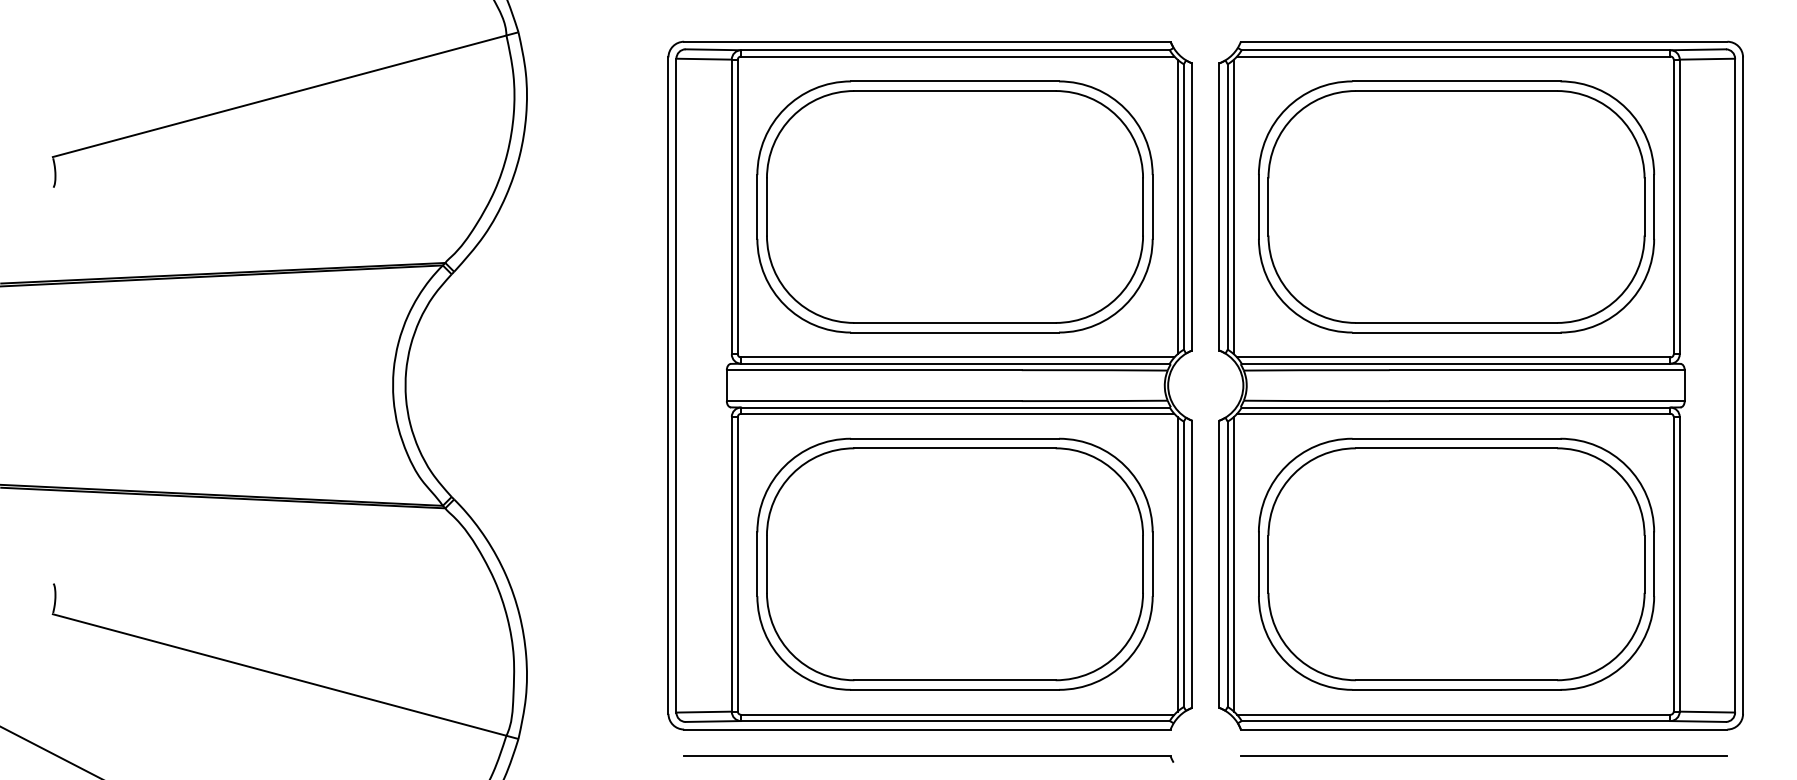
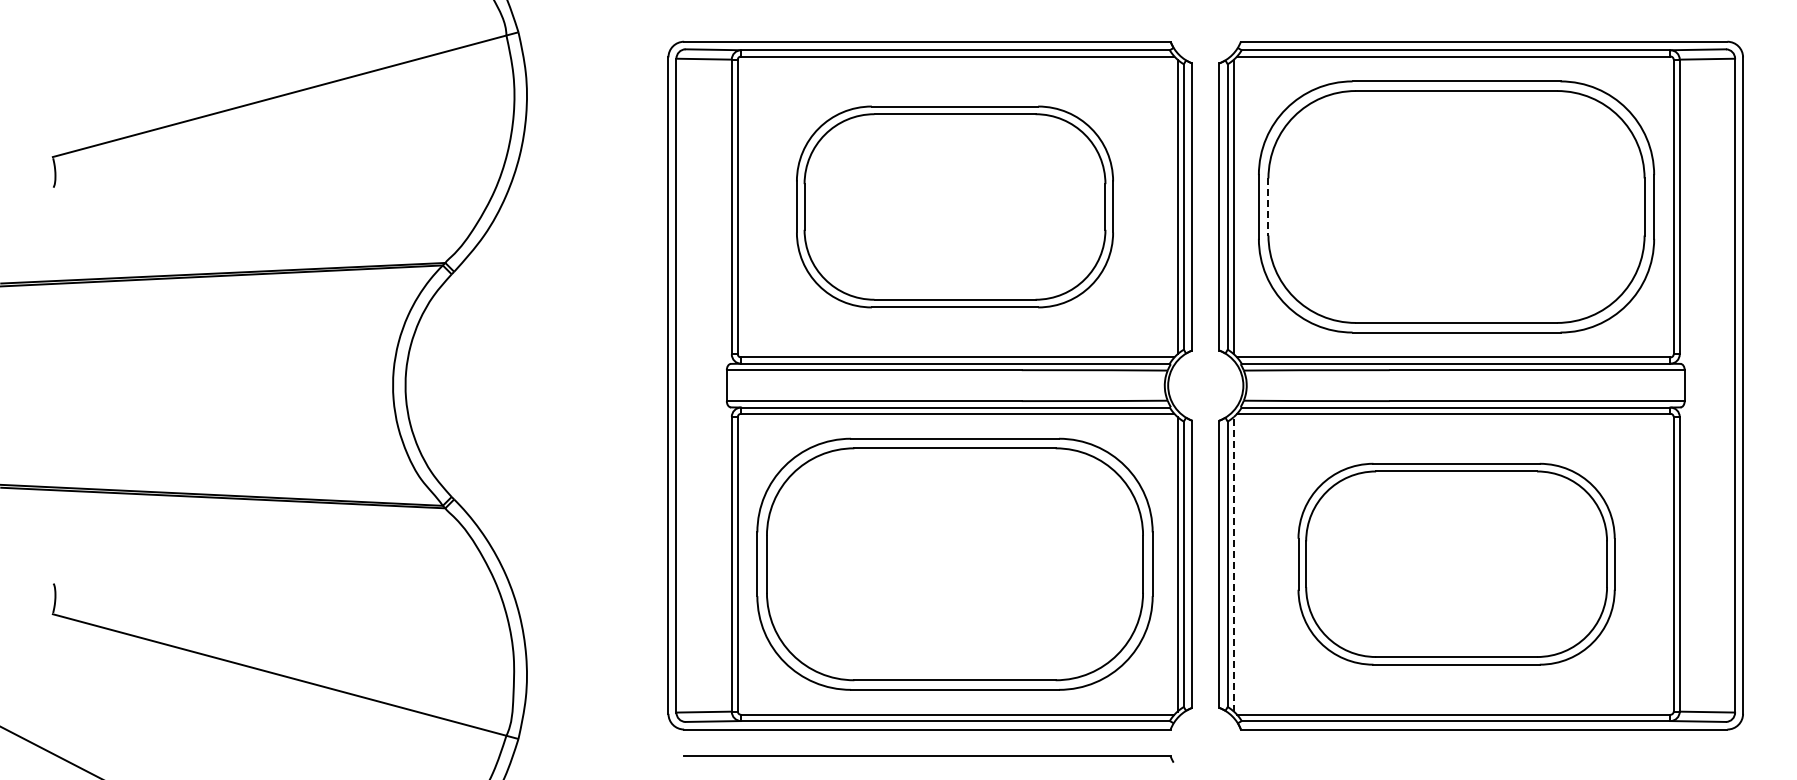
part at (954, 206) size: 398x254 px -> 318x204 px
line at (1268, 206): solid -> dashed
line at (1233, 563): solid -> dashed
part at (1456, 563) size: 398x254 px -> 319x204 px
line at (1483, 756): present -> none
